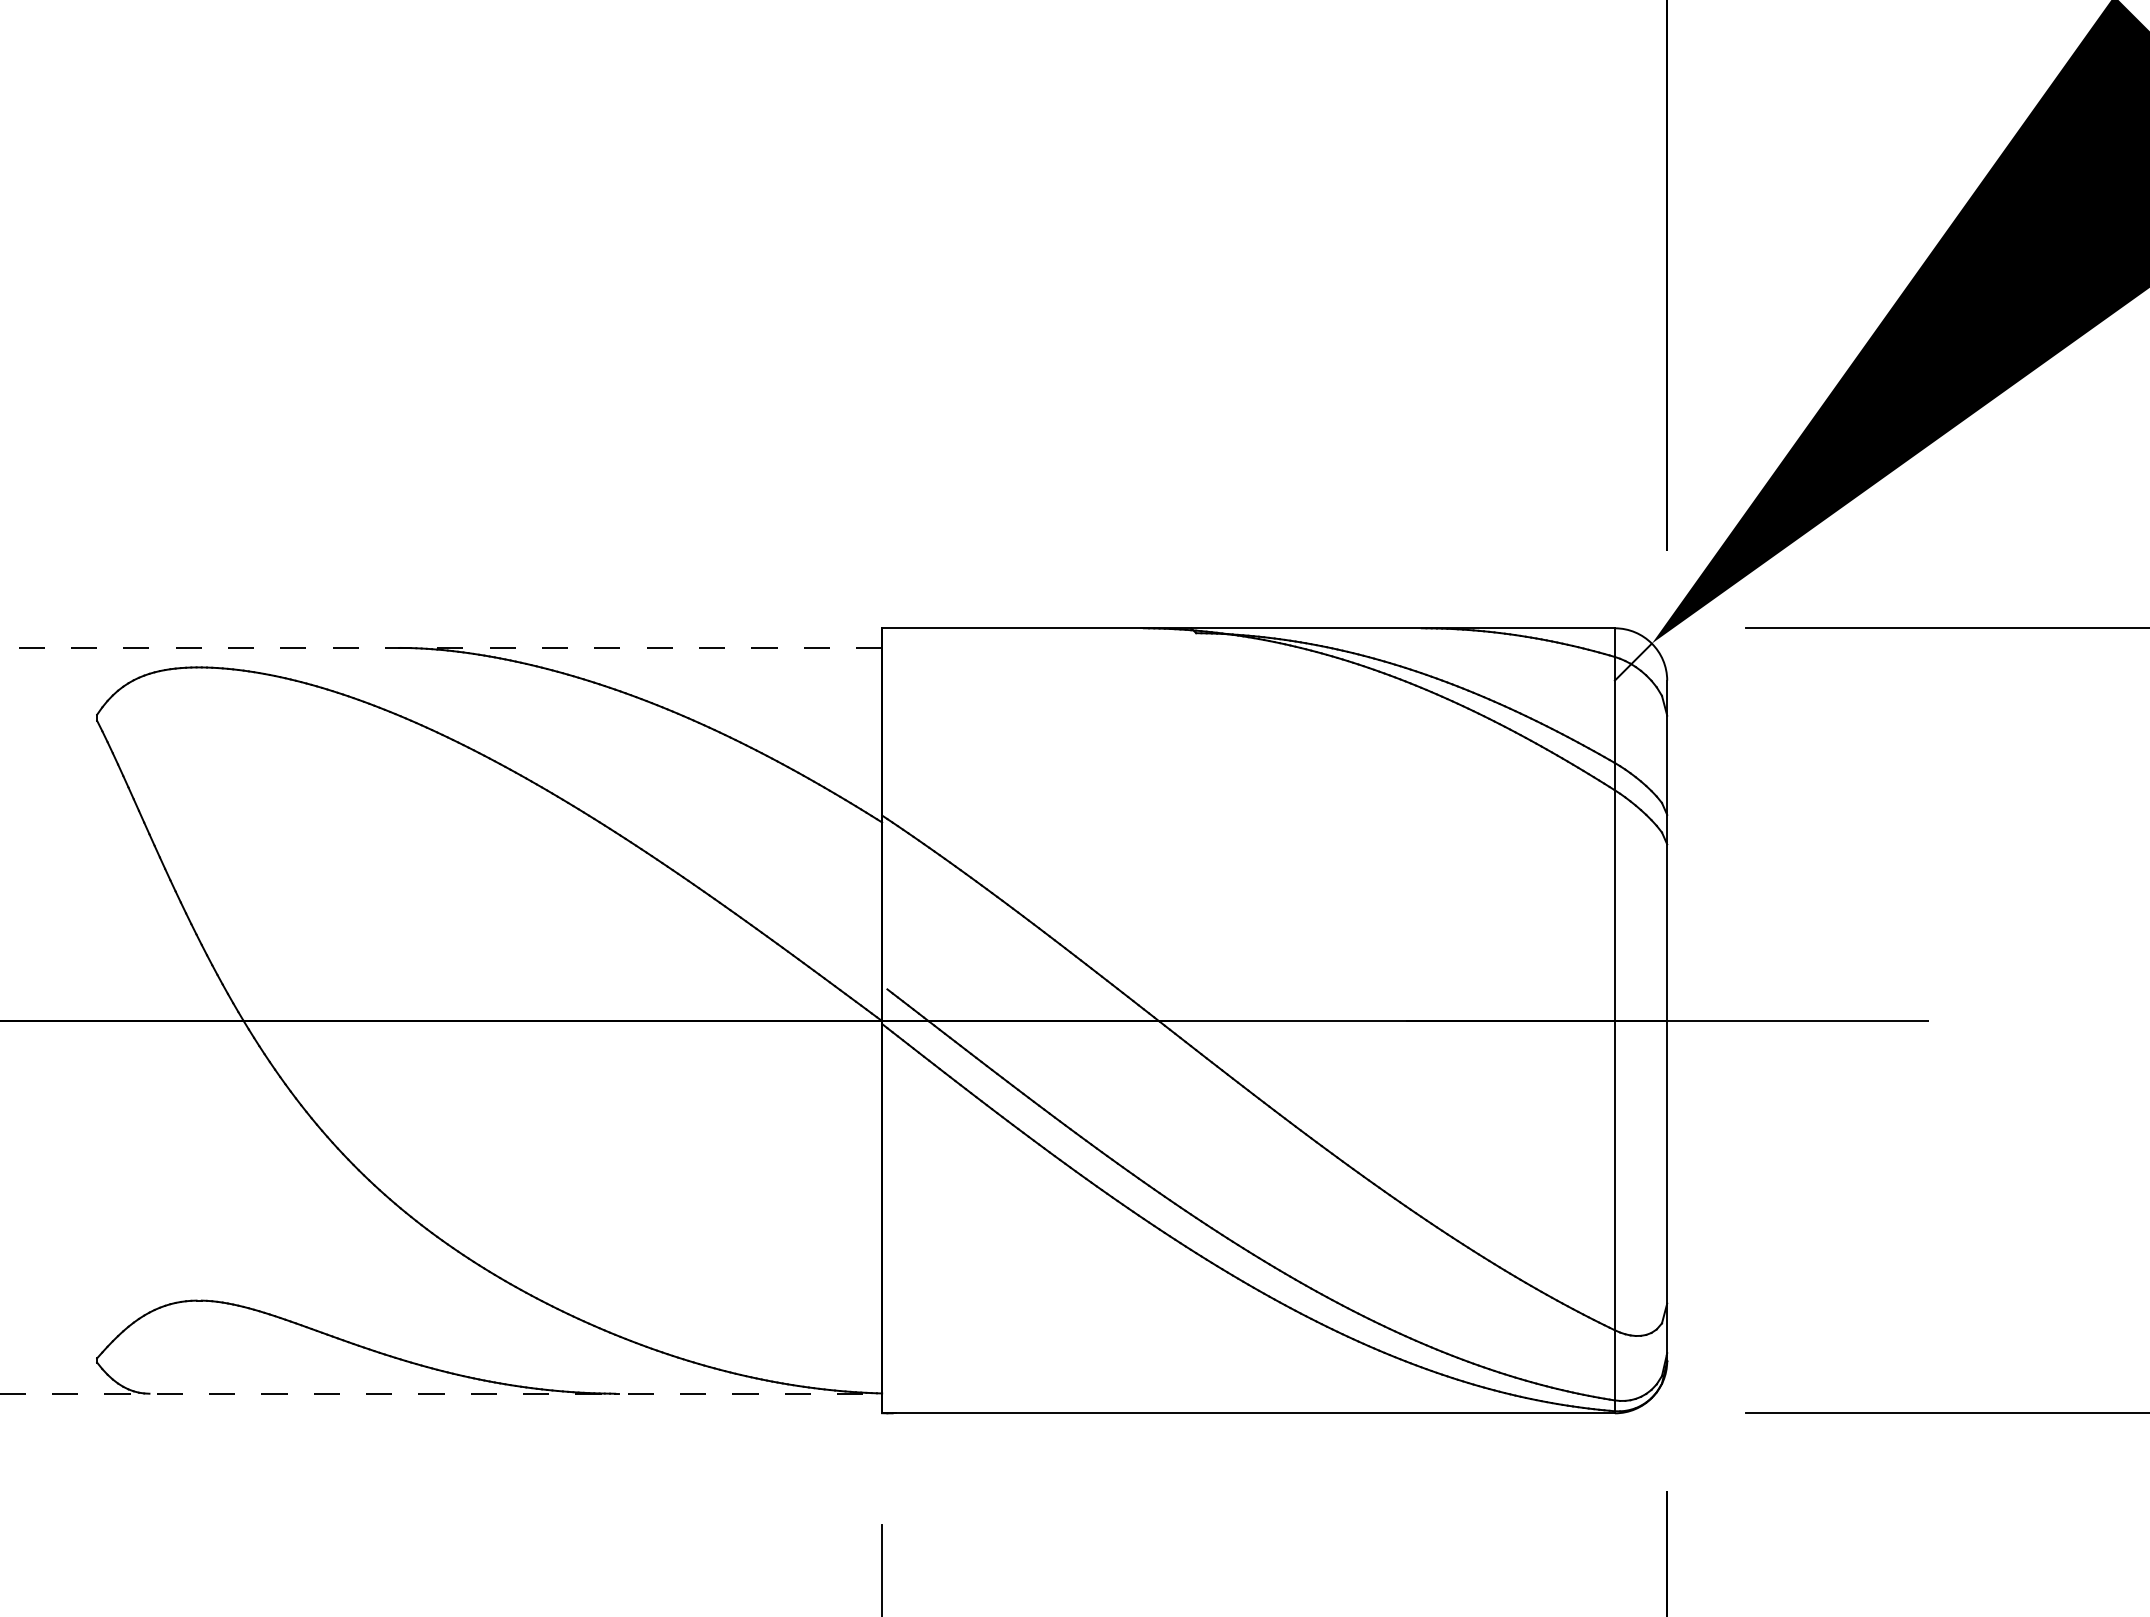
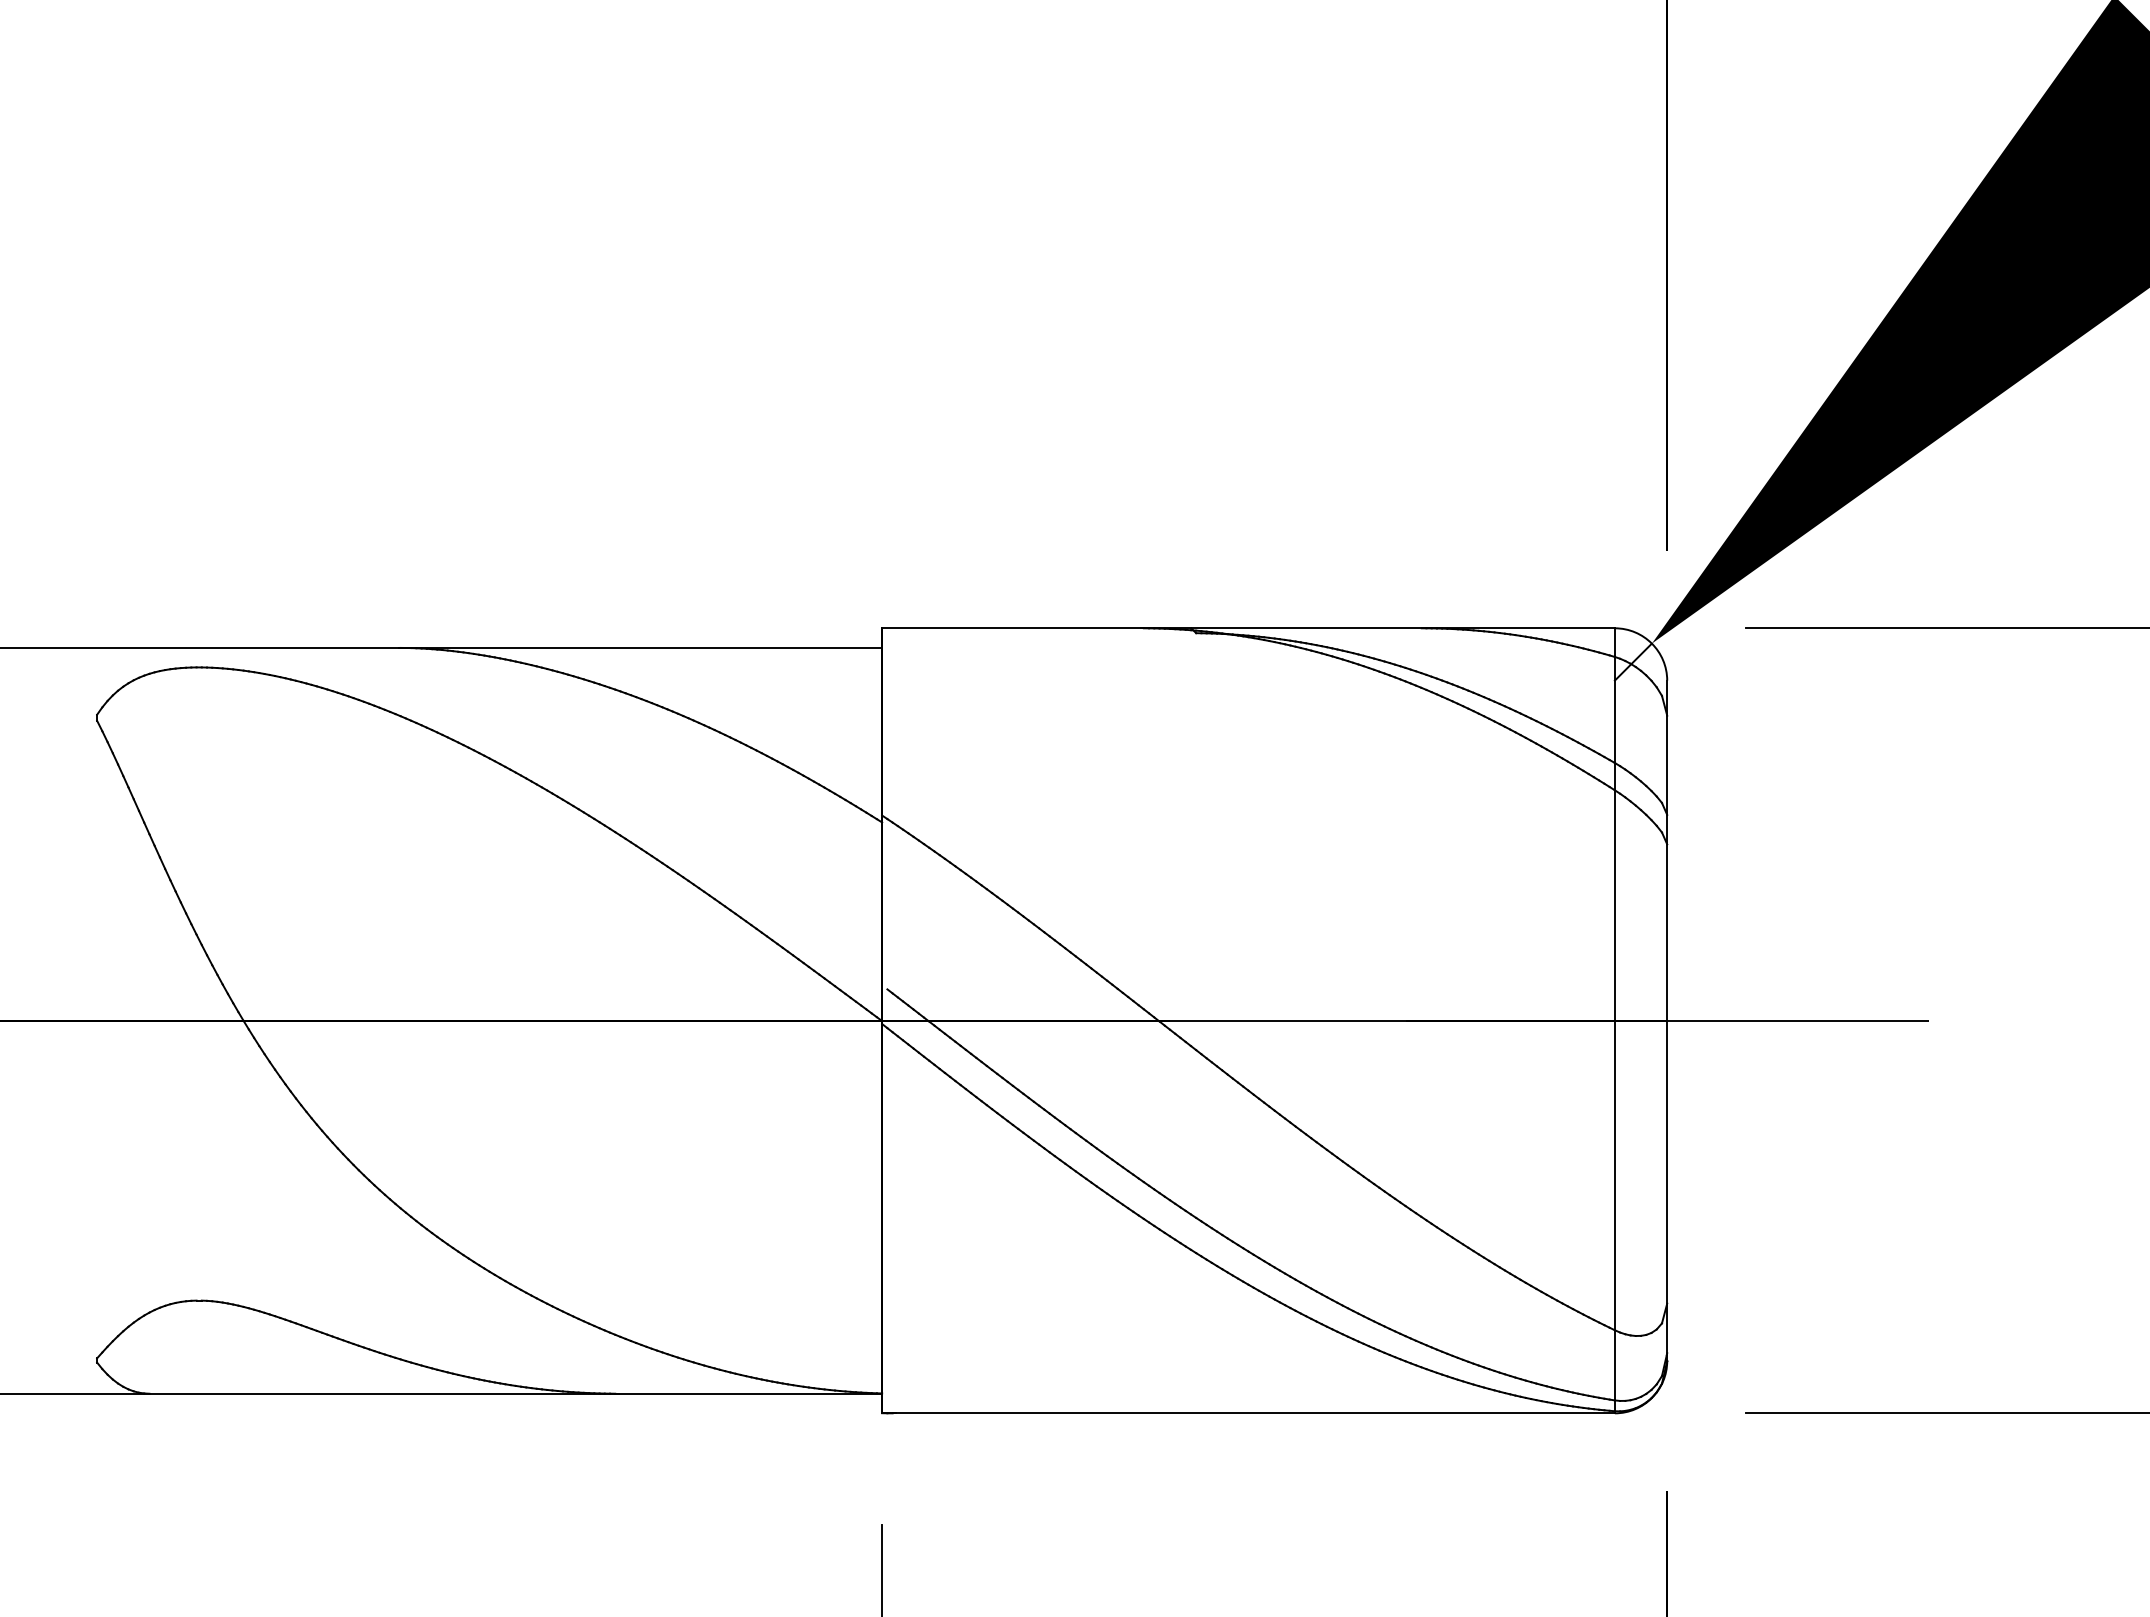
line at (441, 647): dashed -> solid
line at (441, 1393): dashed -> solid
